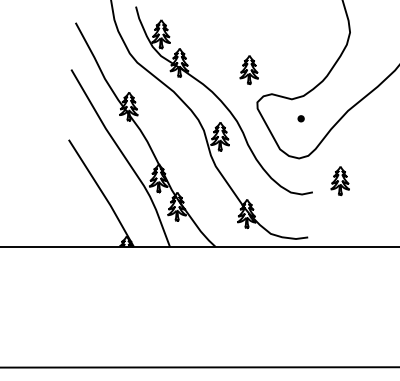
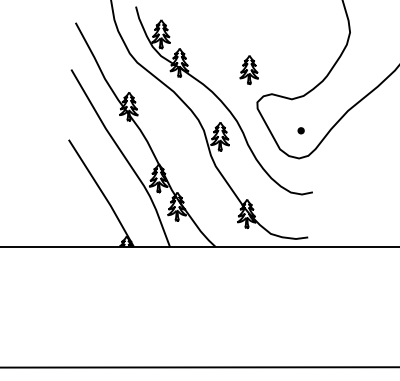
part at (300, 118) position: (300, 118) -> (300, 130)
part at (339, 181): present -> none
